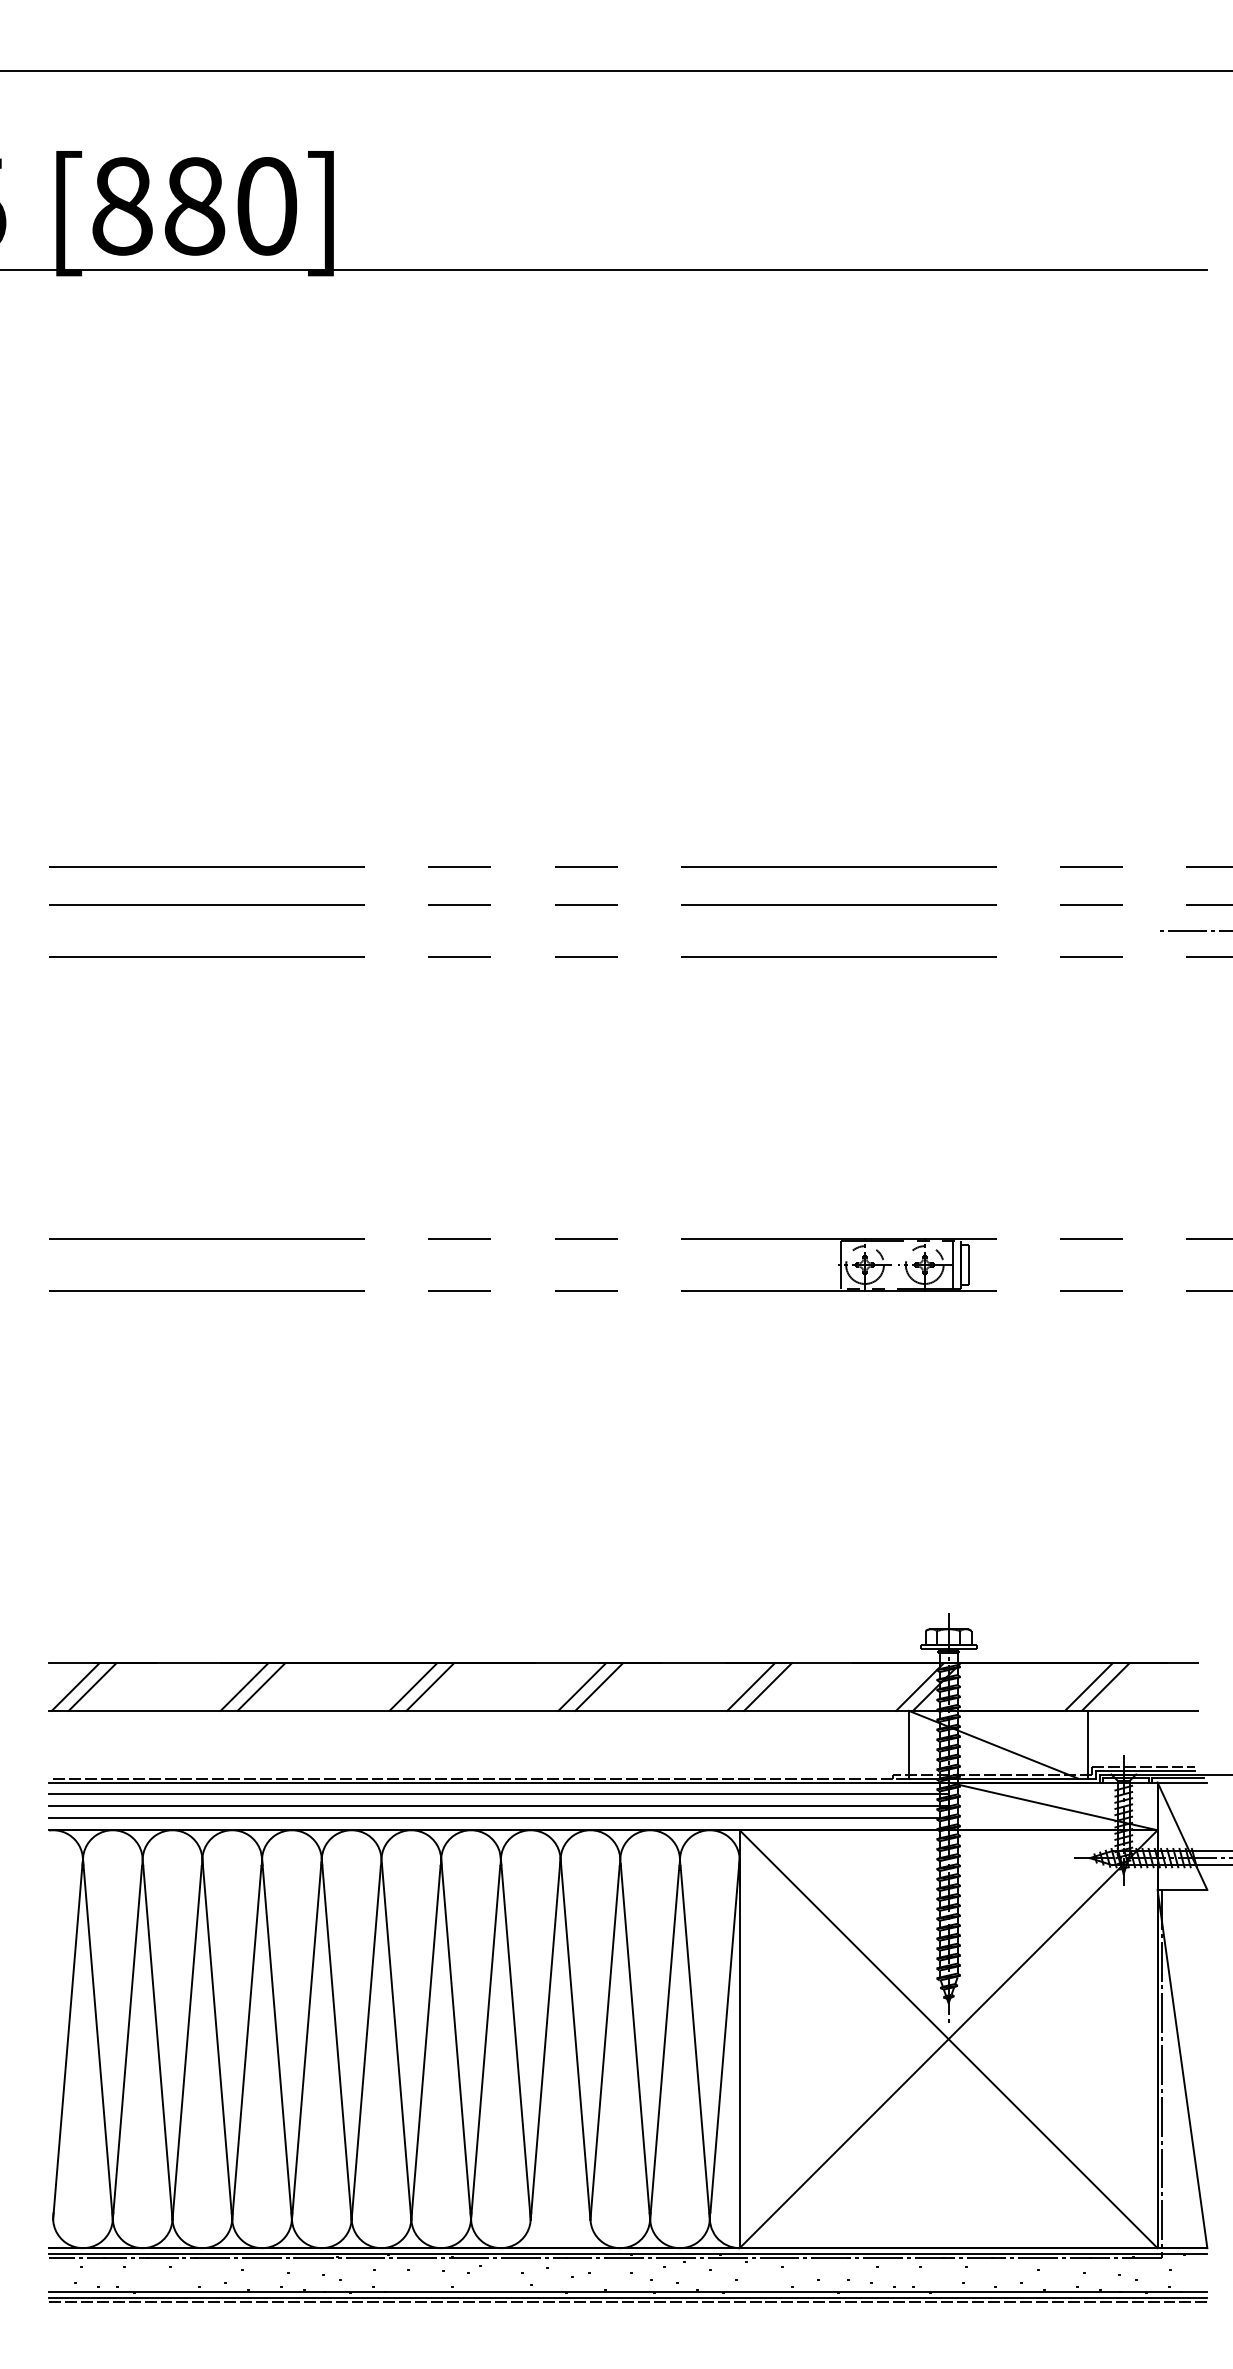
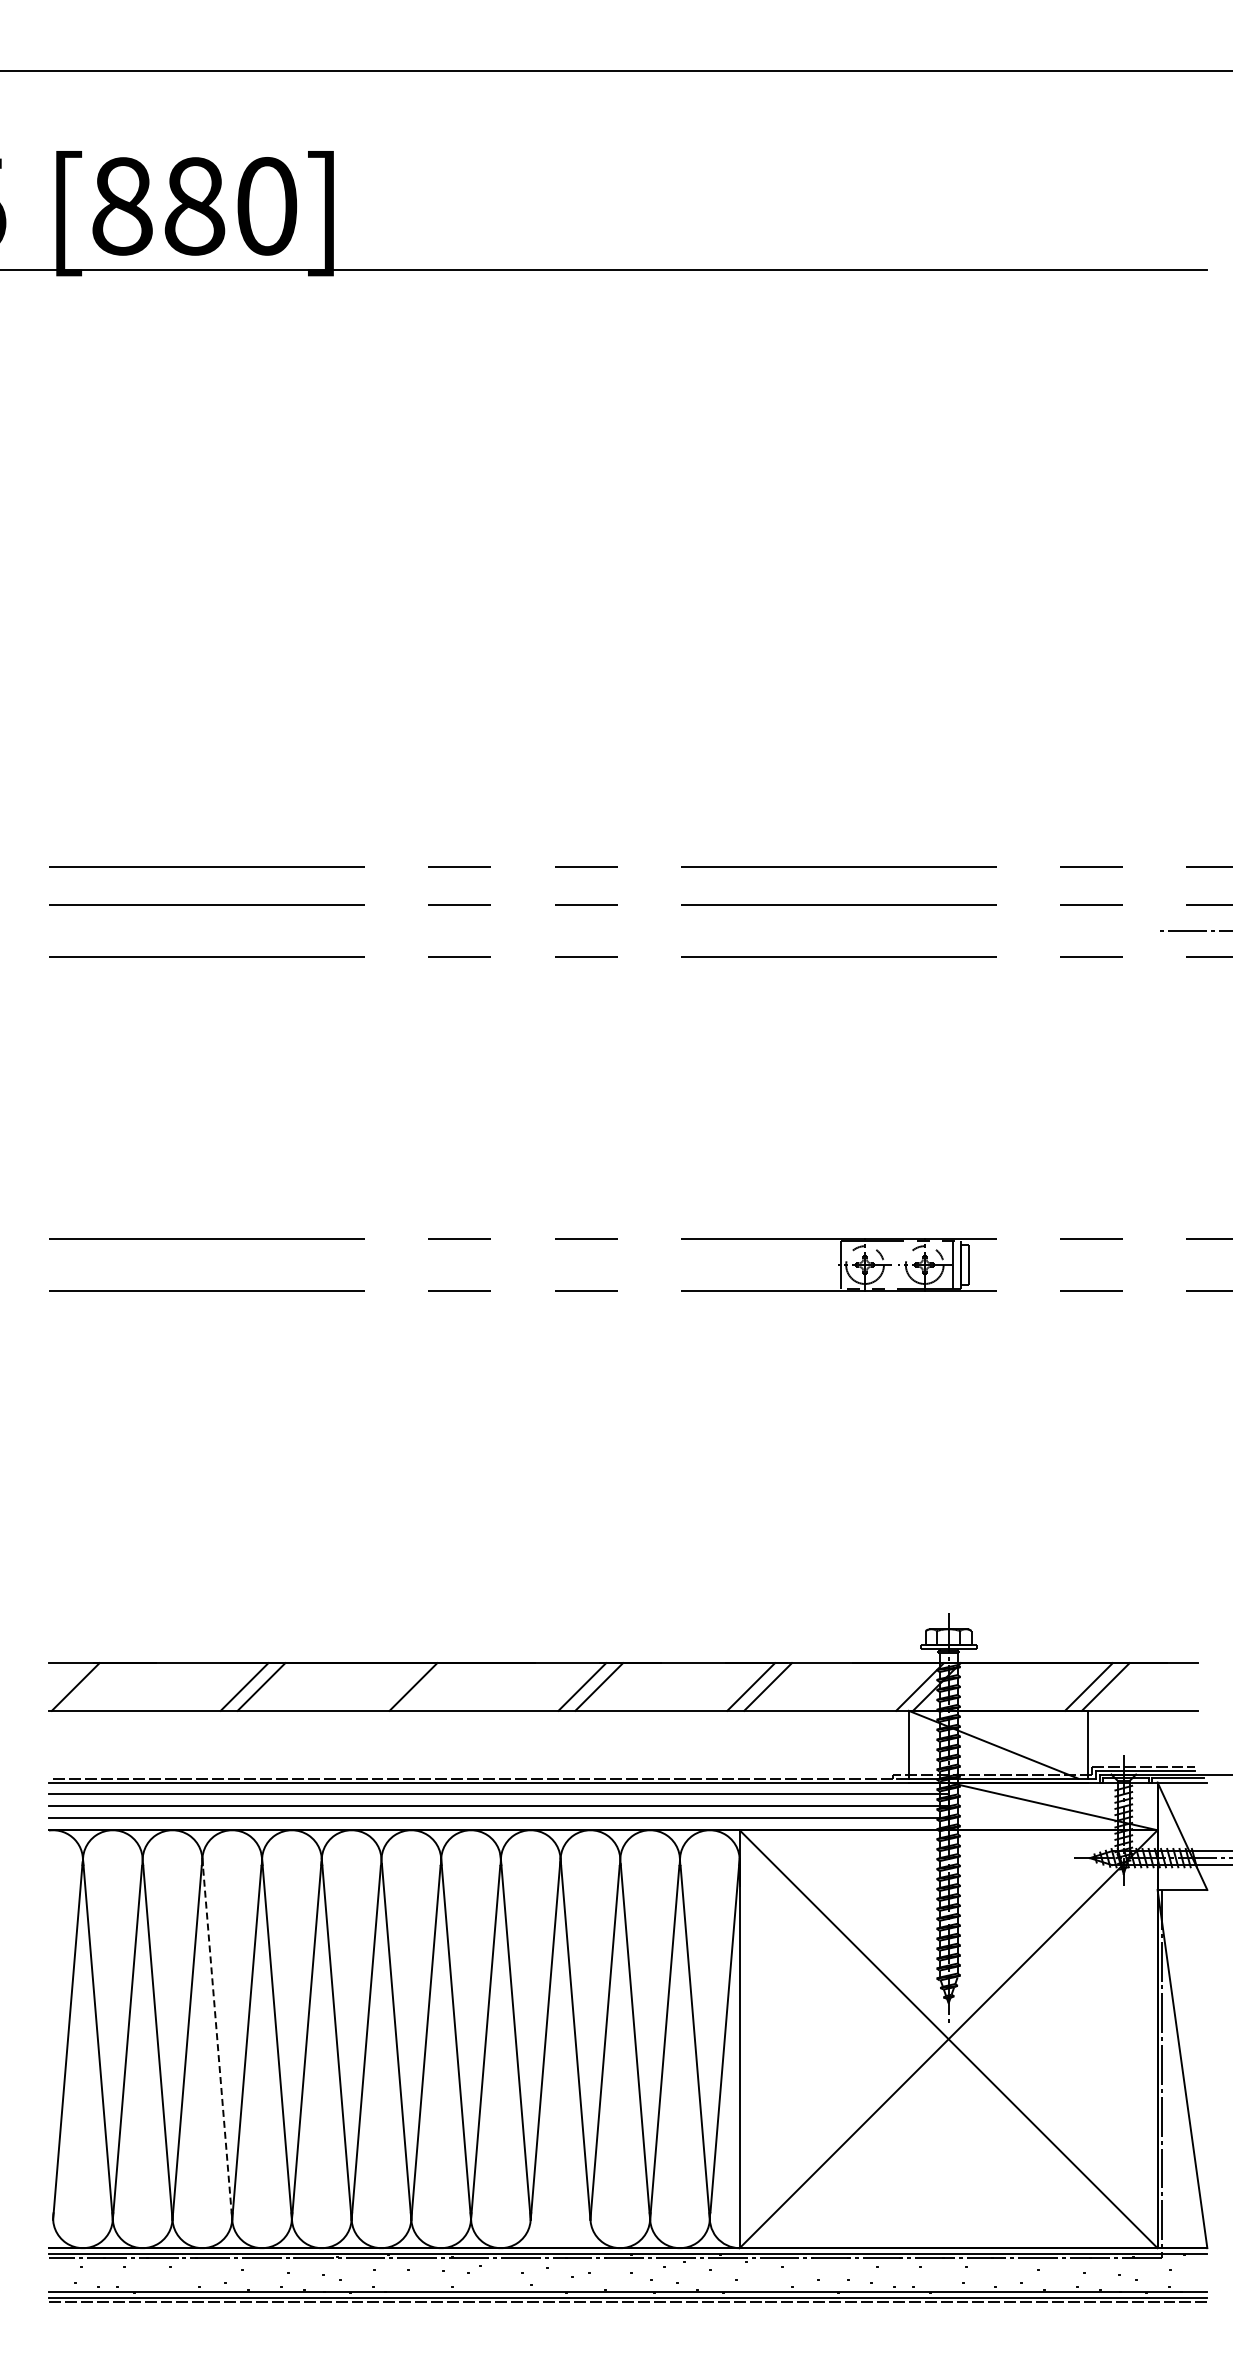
line at (92, 1686): present -> none
line at (430, 1686): present -> none
line at (217, 2038): solid -> dashed
